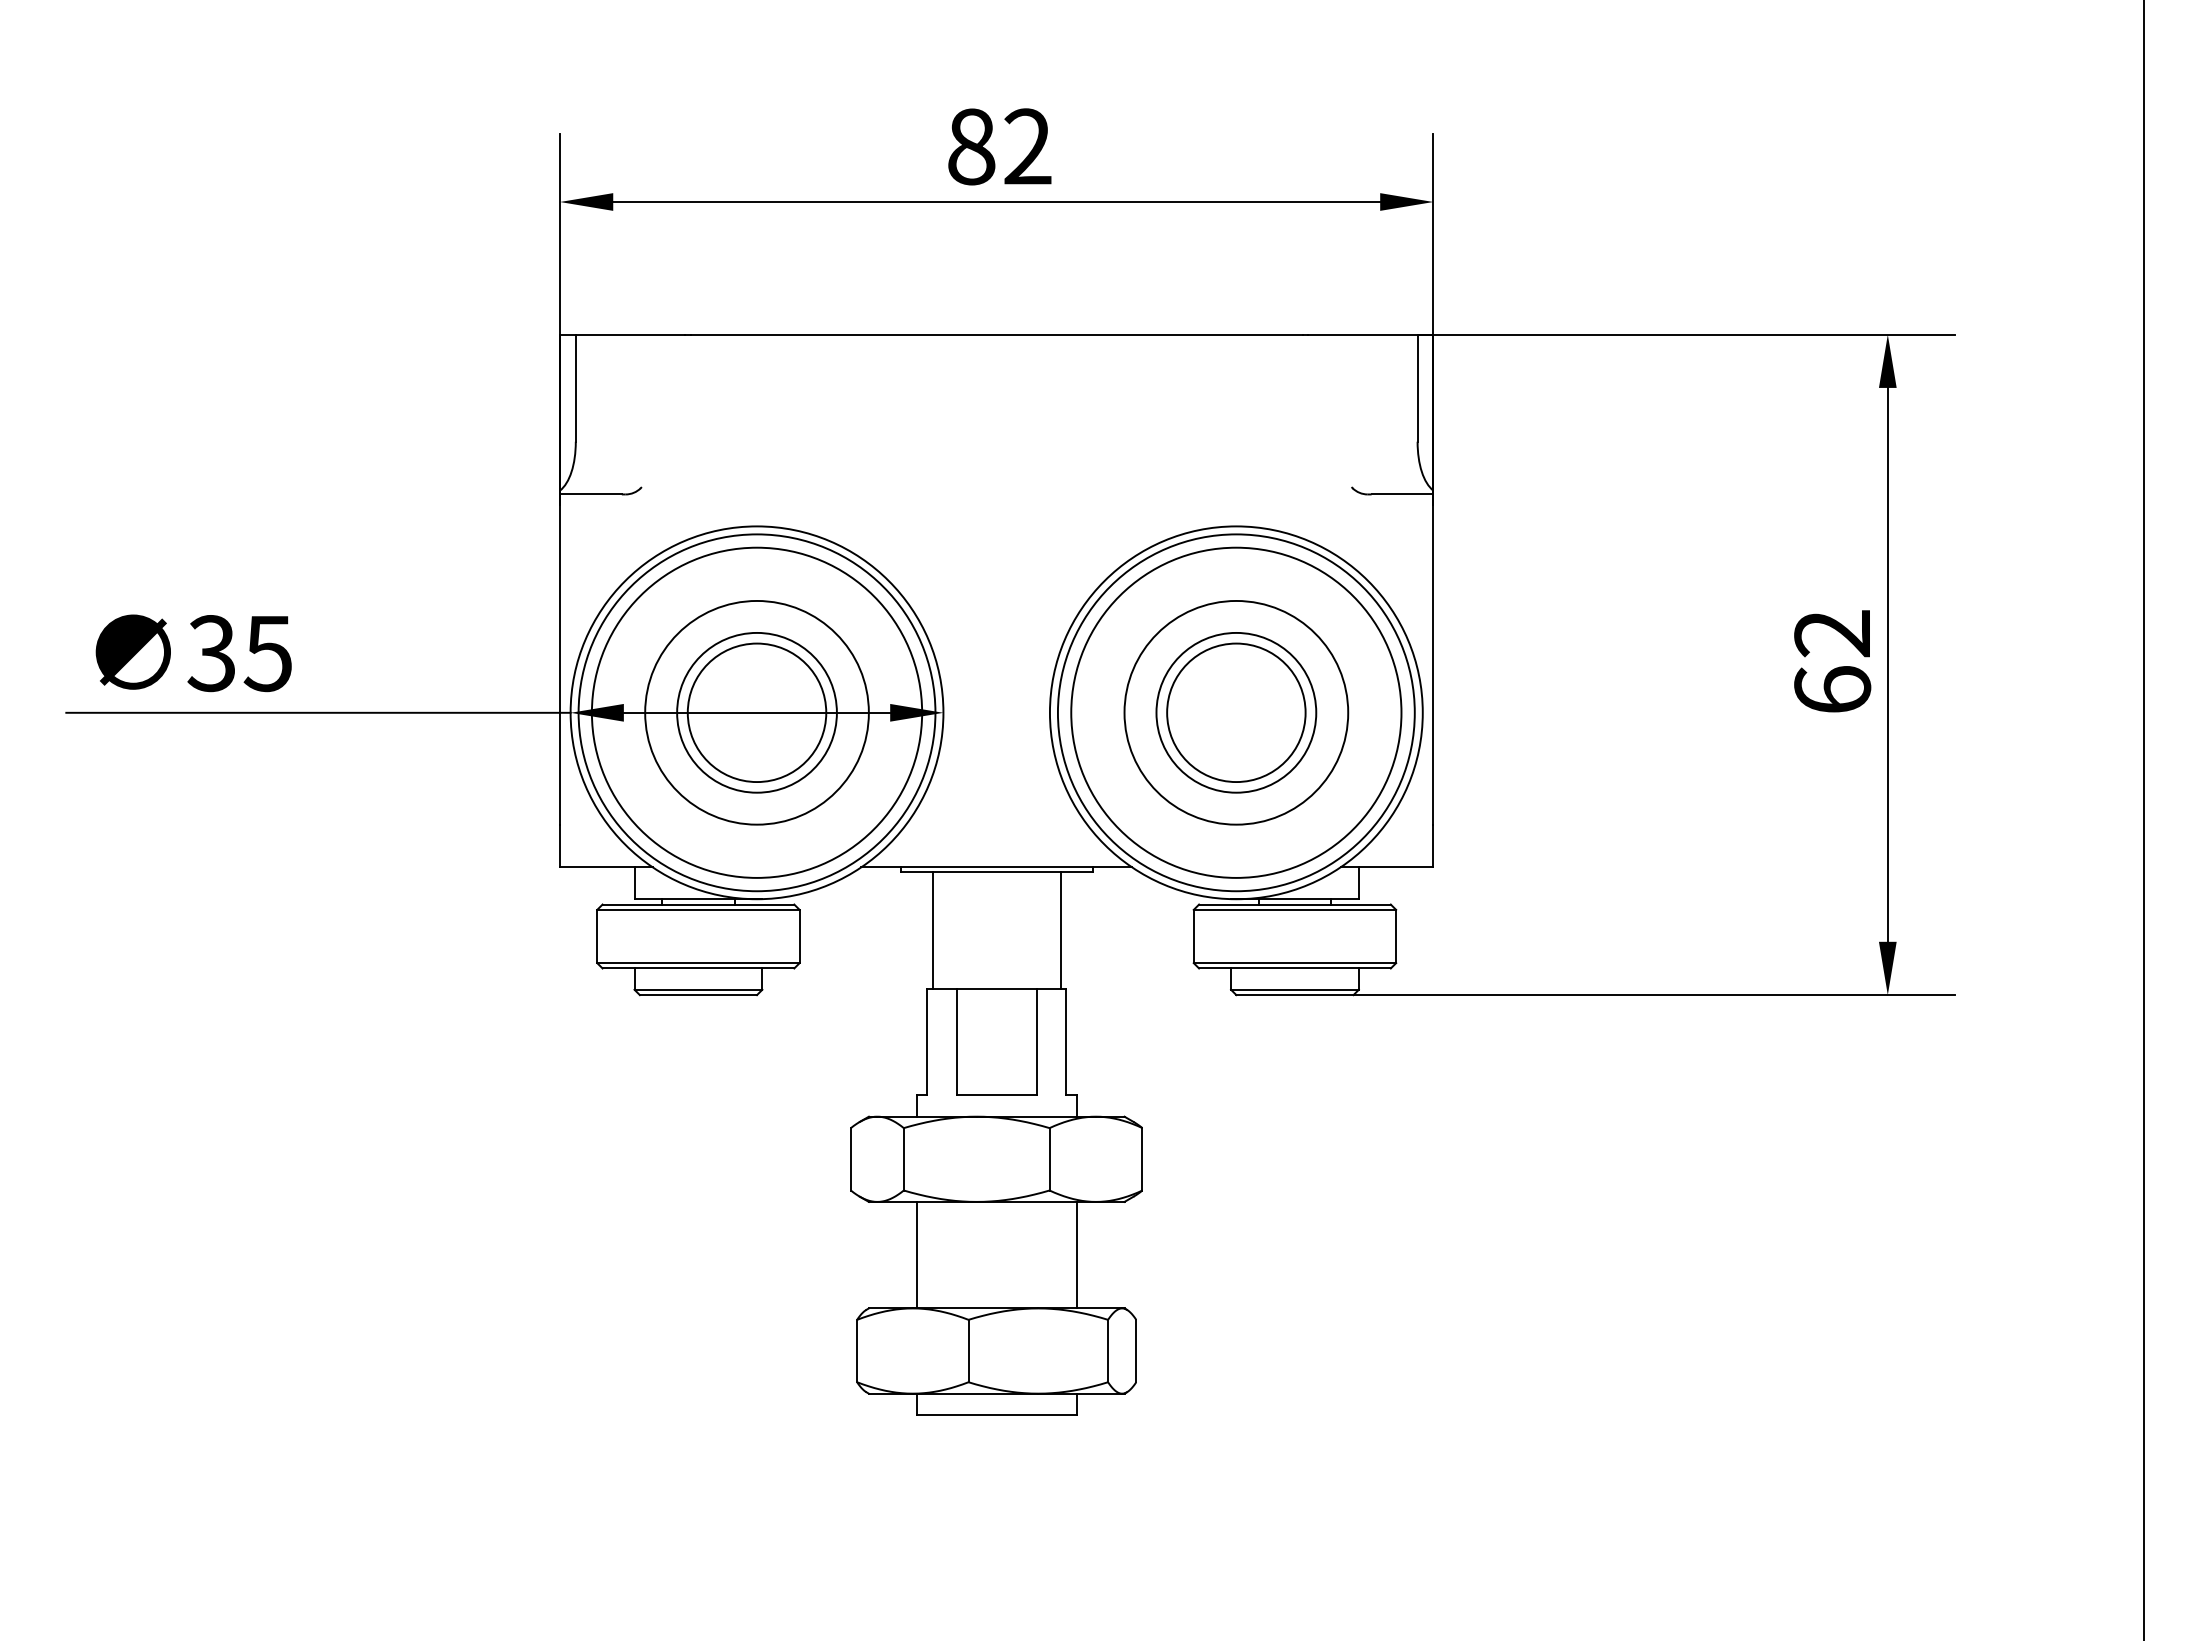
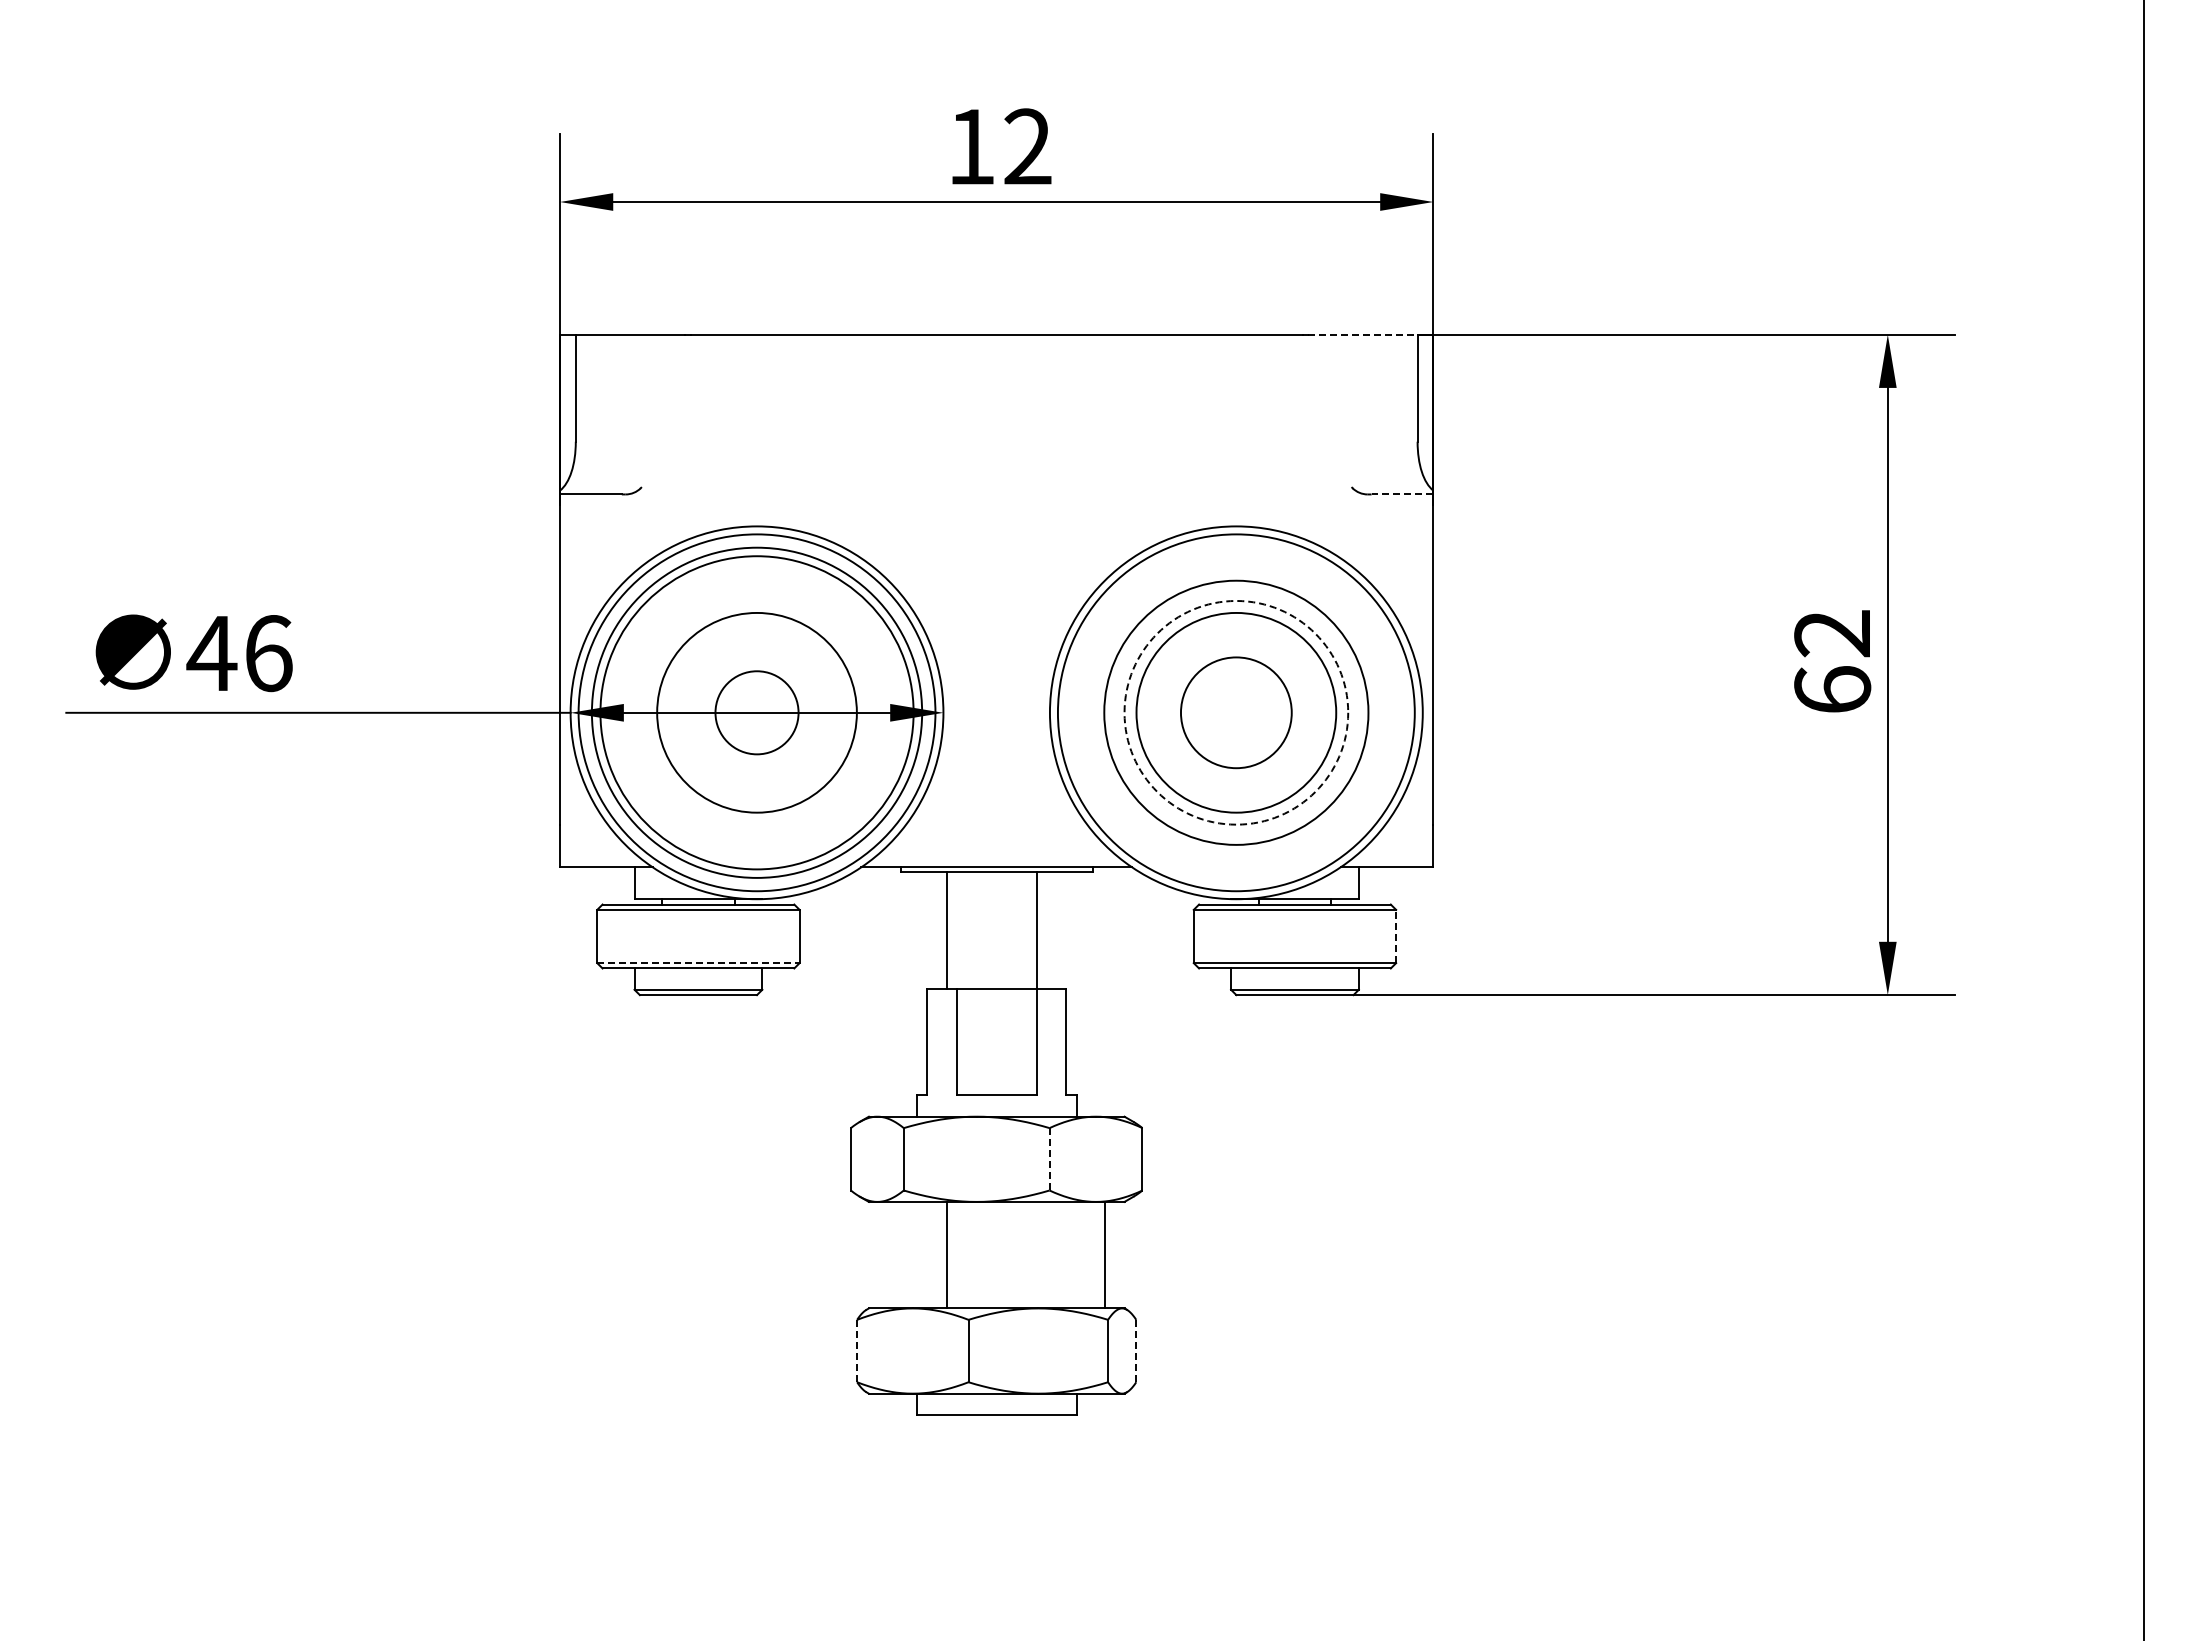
text at (971, 146): 82 -> 12
line at (1362, 334): solid -> dashed
line at (1402, 494): solid -> dashed
text at (239, 653): 35 -> 46
circle at (756, 712) diameter: 138 px -> 83 px
circle at (756, 712) diameter: 160 px -> 200 px
circle at (756, 712) diameter: 224 px -> 313 px
circle at (1236, 712) diameter: 138 px -> 111 px
circle at (1236, 712) diameter: 160 px -> 200 px
circle at (1236, 712) diameter: 330 px -> 264 px
circle at (1236, 712): solid -> dashed
line at (932, 929) position: (932, 929) -> (946, 929)
line at (1060, 929) position: (1060, 929) -> (1036, 929)
line at (1396, 936): solid -> dashed
line at (698, 963): solid -> dashed
line at (1049, 1159): solid -> dashed
line at (916, 1254) position: (916, 1254) -> (946, 1254)
line at (1076, 1254) position: (1076, 1254) -> (1104, 1254)
line at (857, 1351): solid -> dashed
line at (1136, 1351): solid -> dashed
